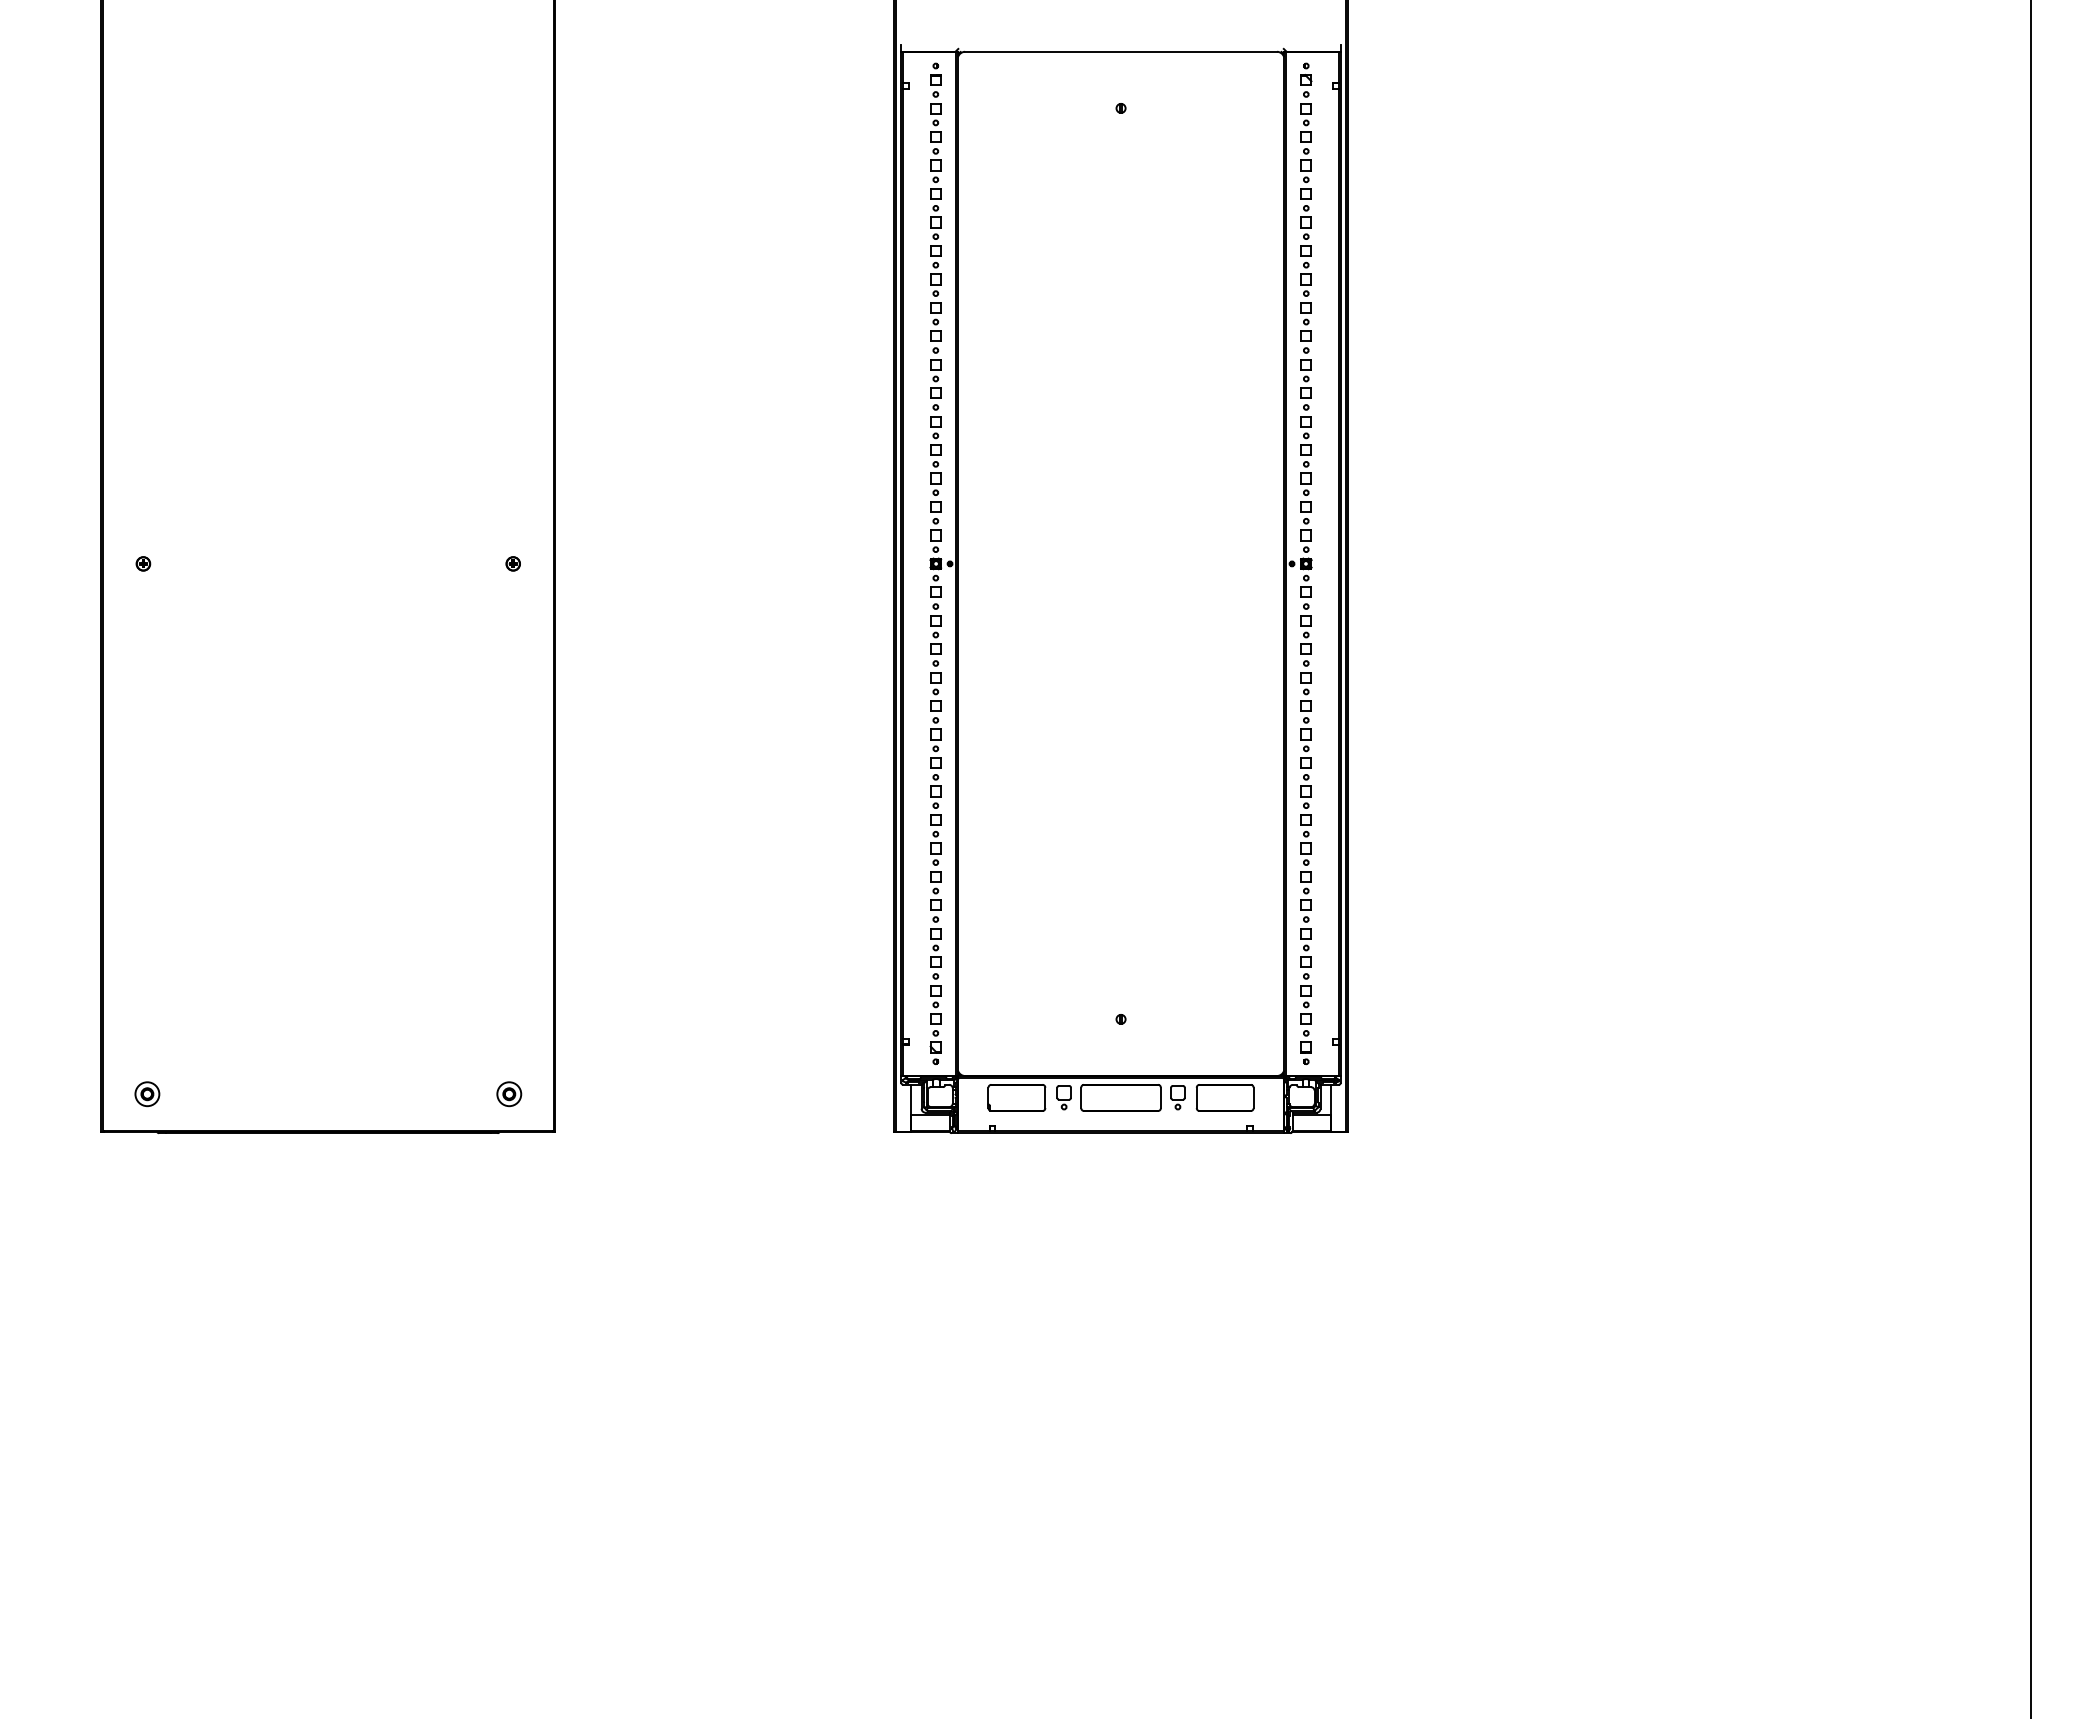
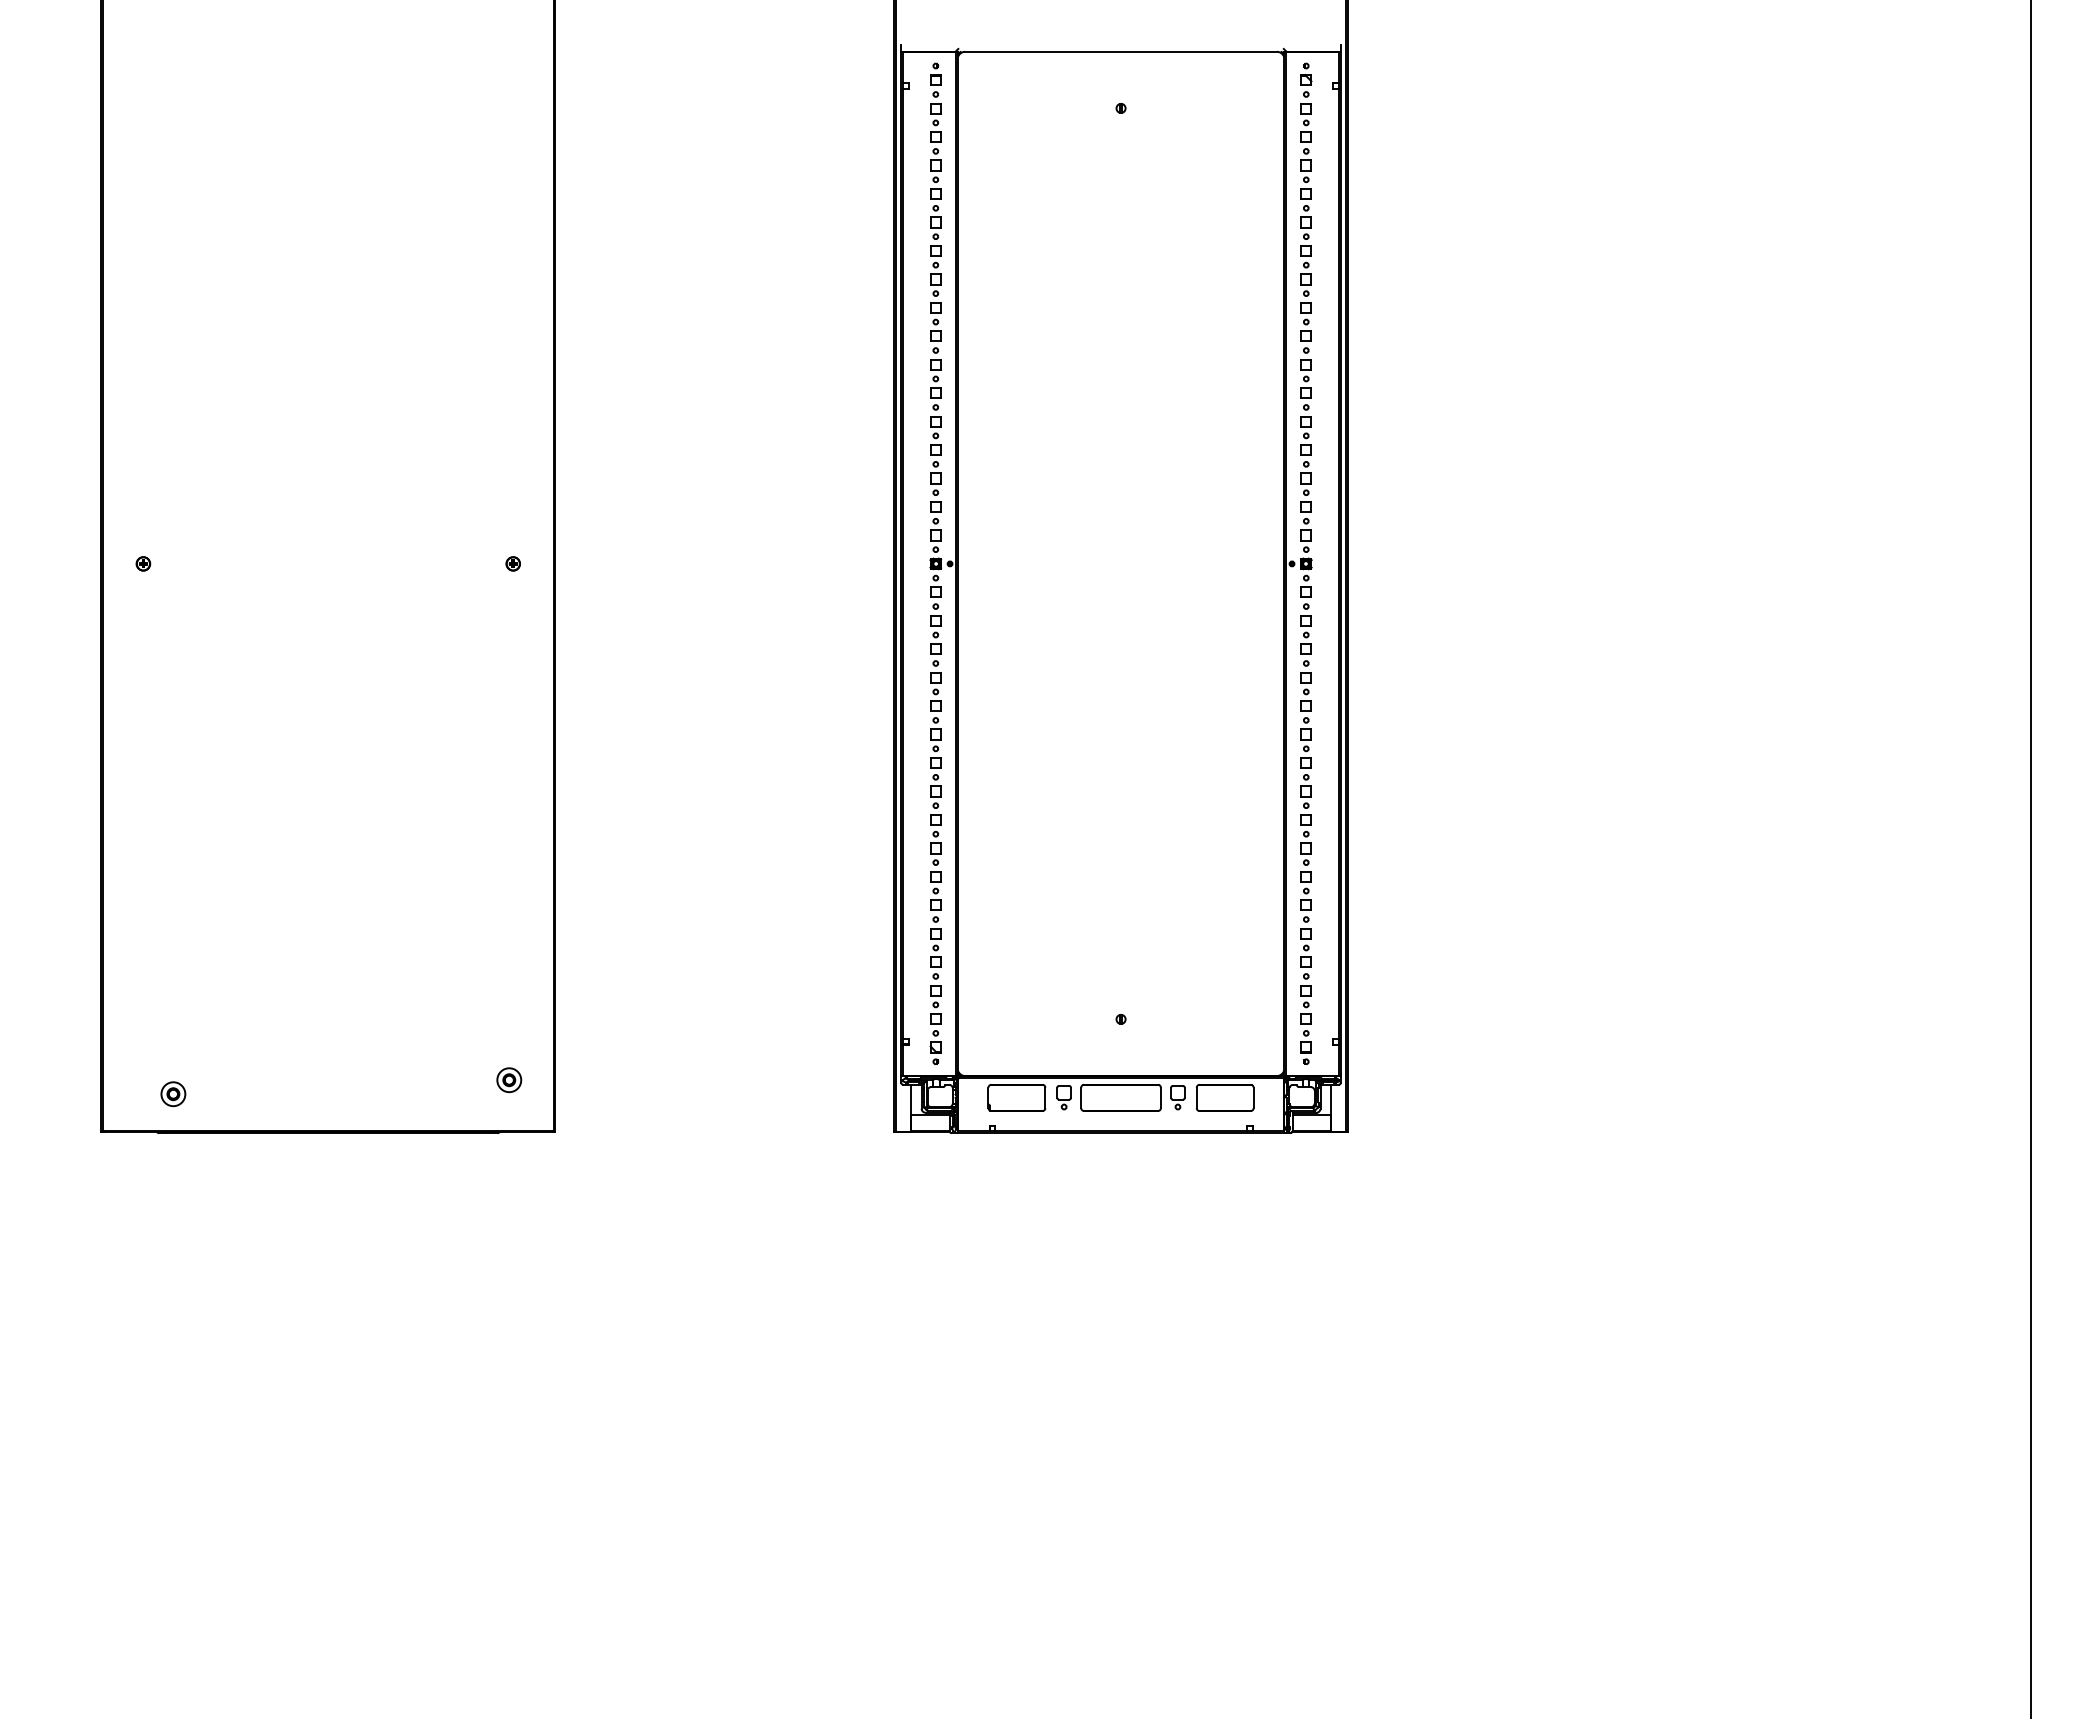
part at (147, 1094) position: (147, 1094) -> (173, 1094)
part at (509, 1094) position: (509, 1094) -> (509, 1080)
